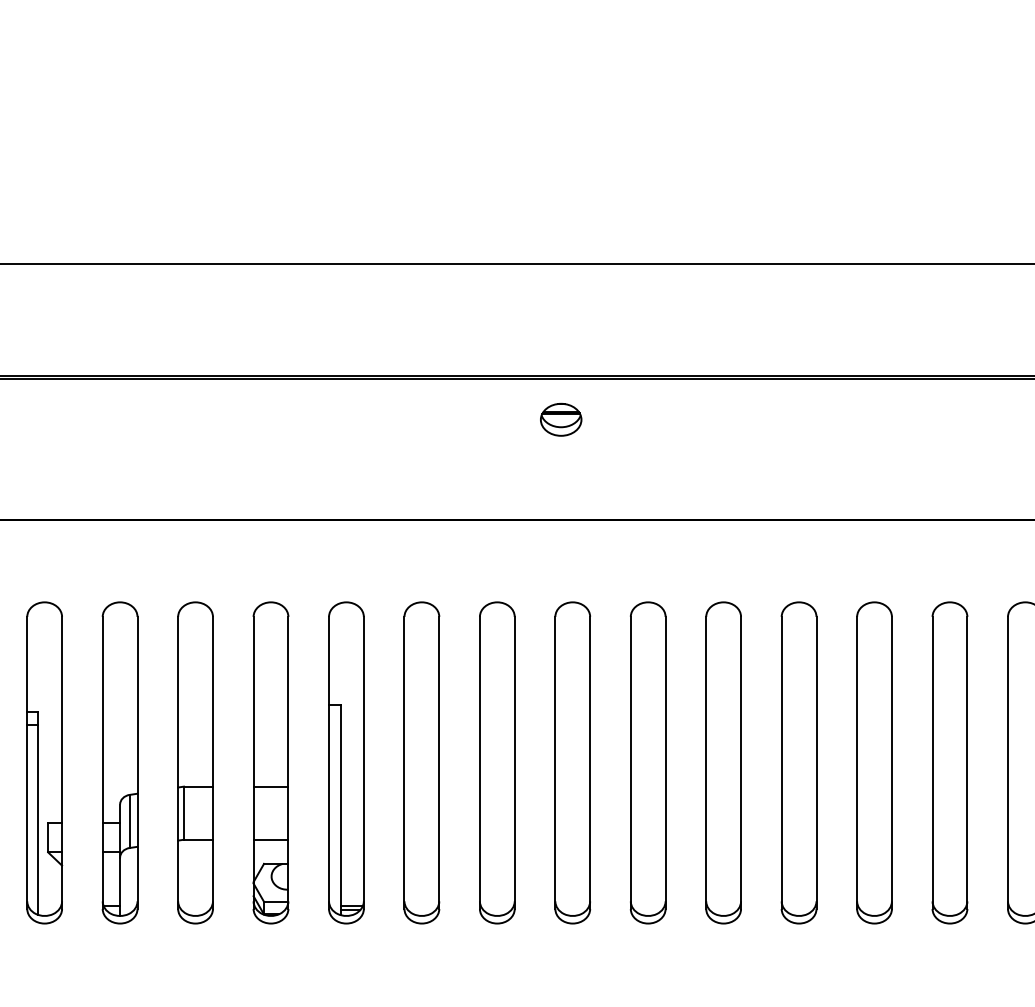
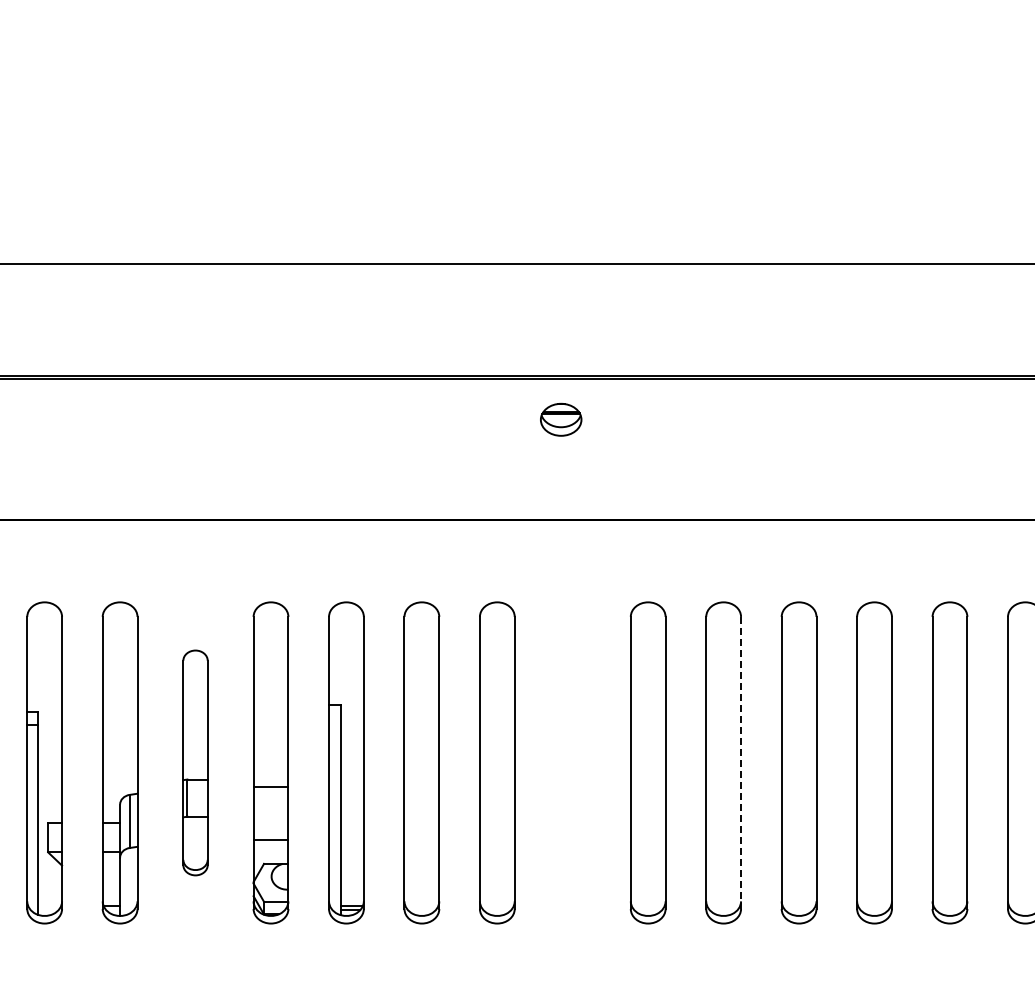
part at (195, 762) size: 37x324 px -> 27x228 px
part at (572, 762): present -> none
line at (741, 763): solid -> dashed
